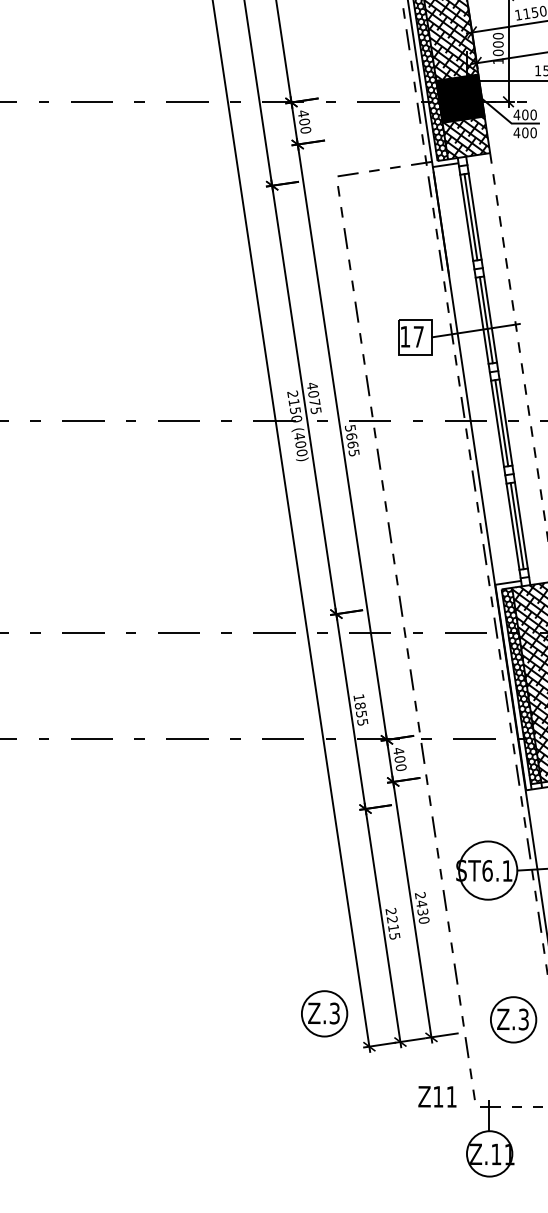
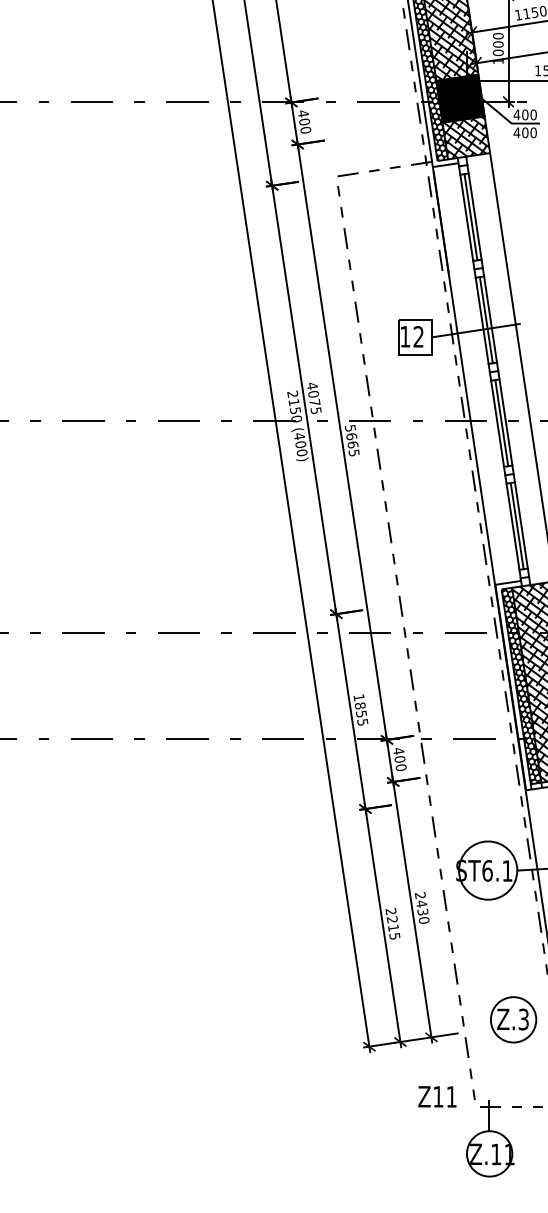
text at (418, 336): 17 -> 12
line at (519, 346): dashed -> solid
part at (324, 1013): present -> none
